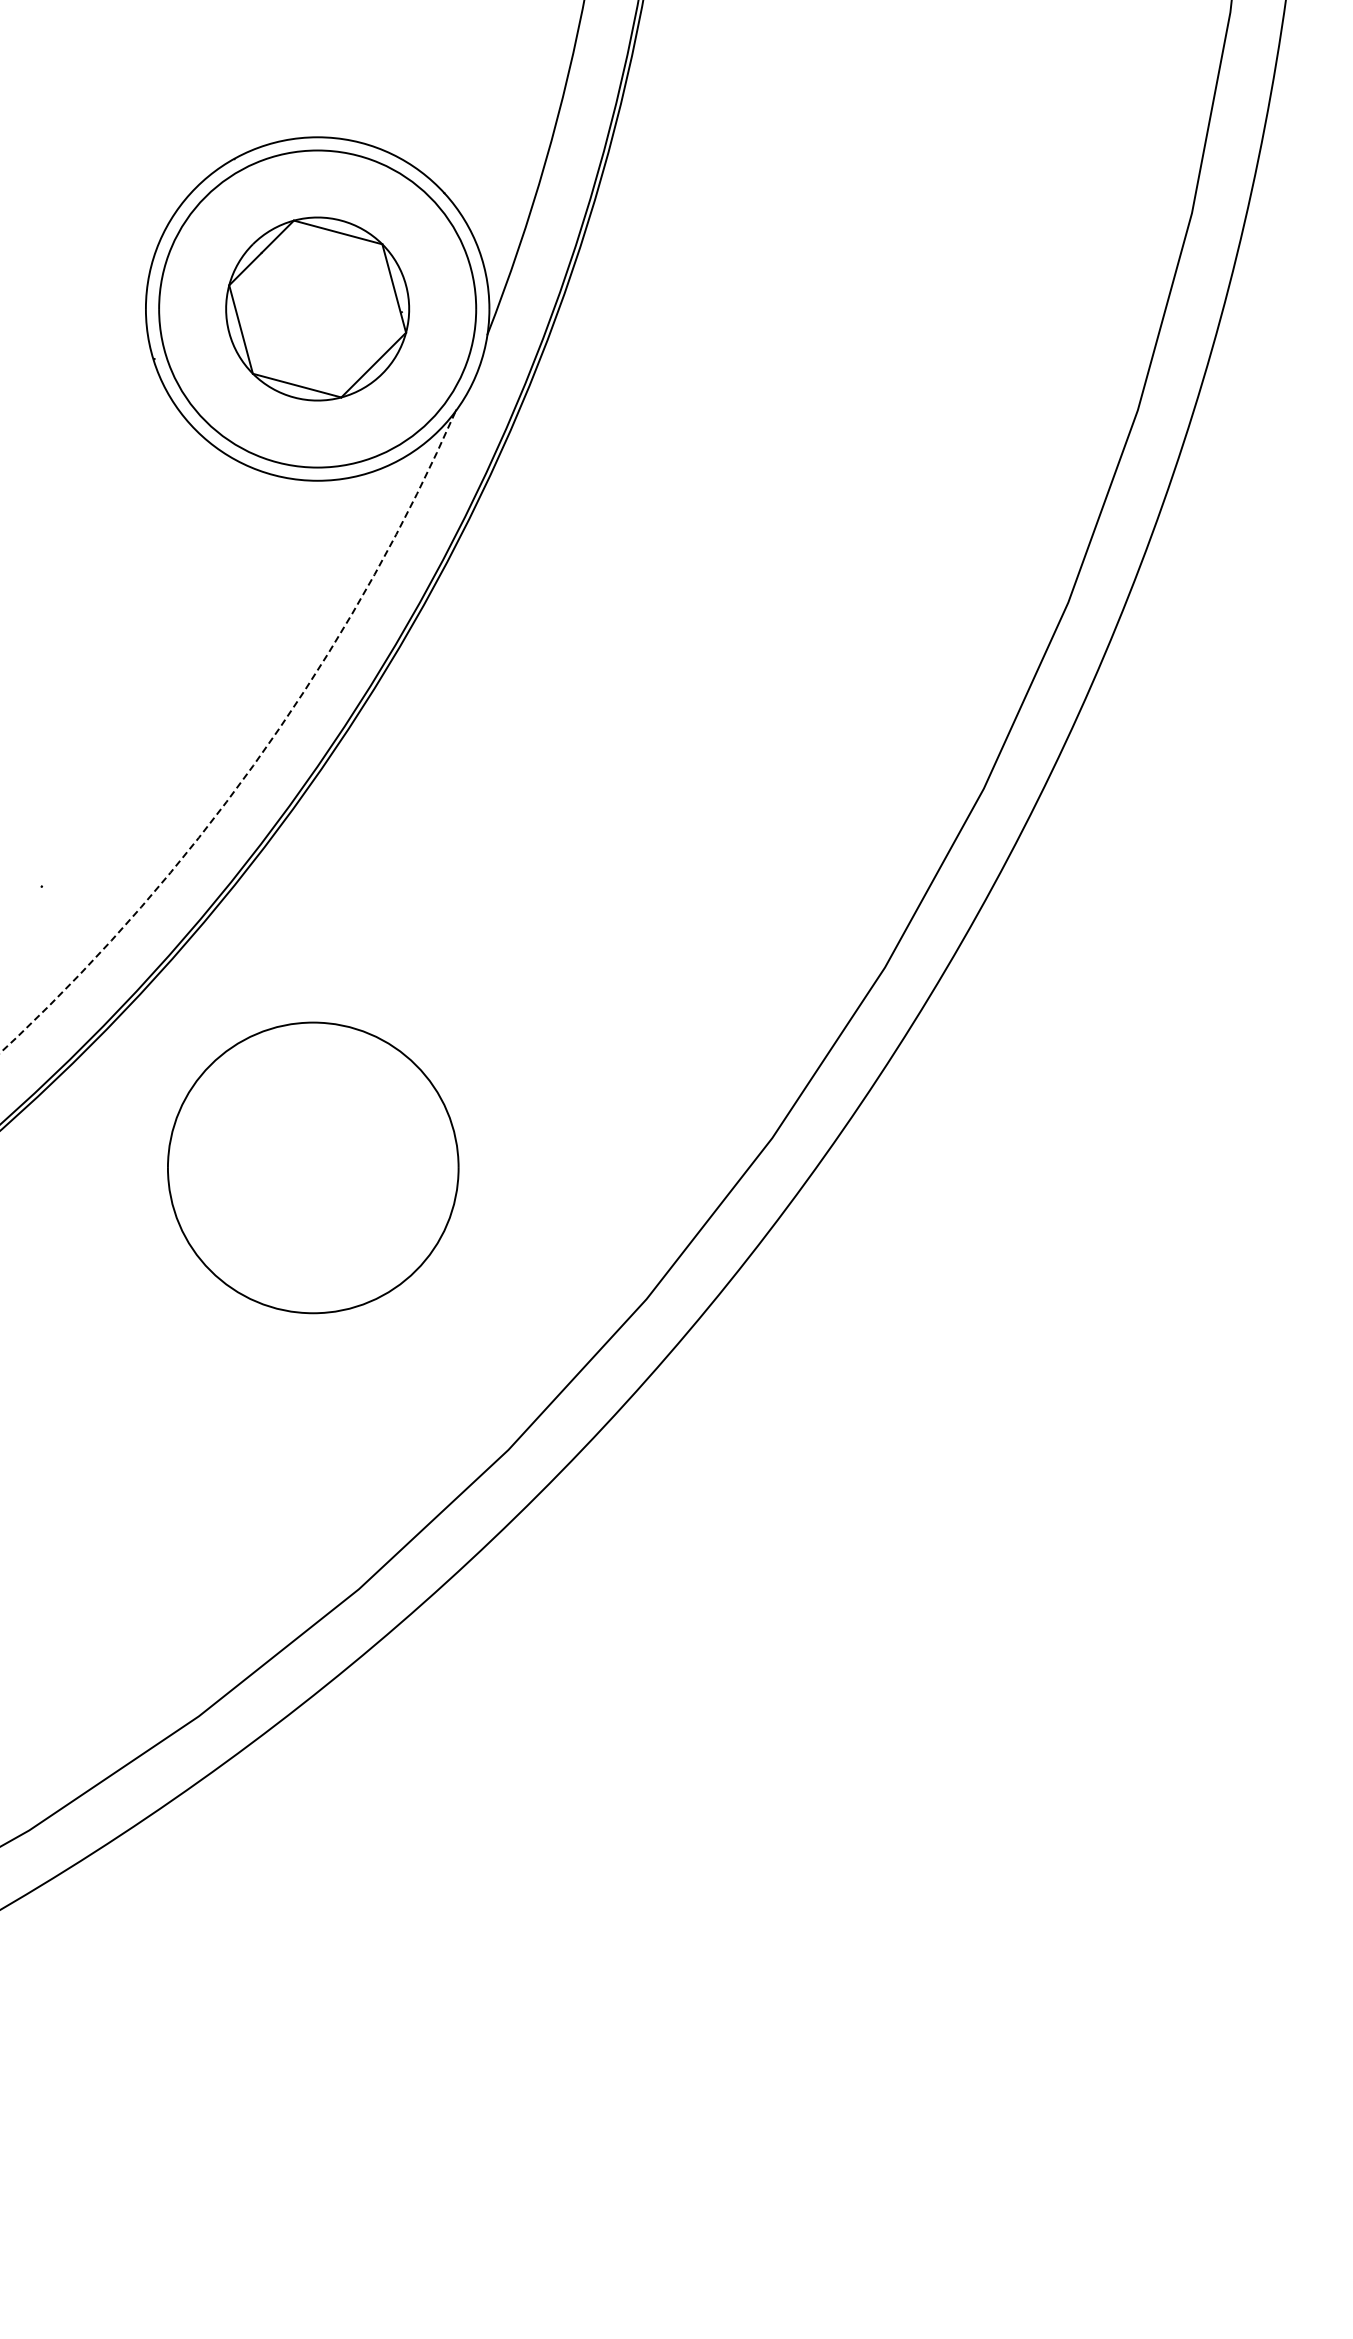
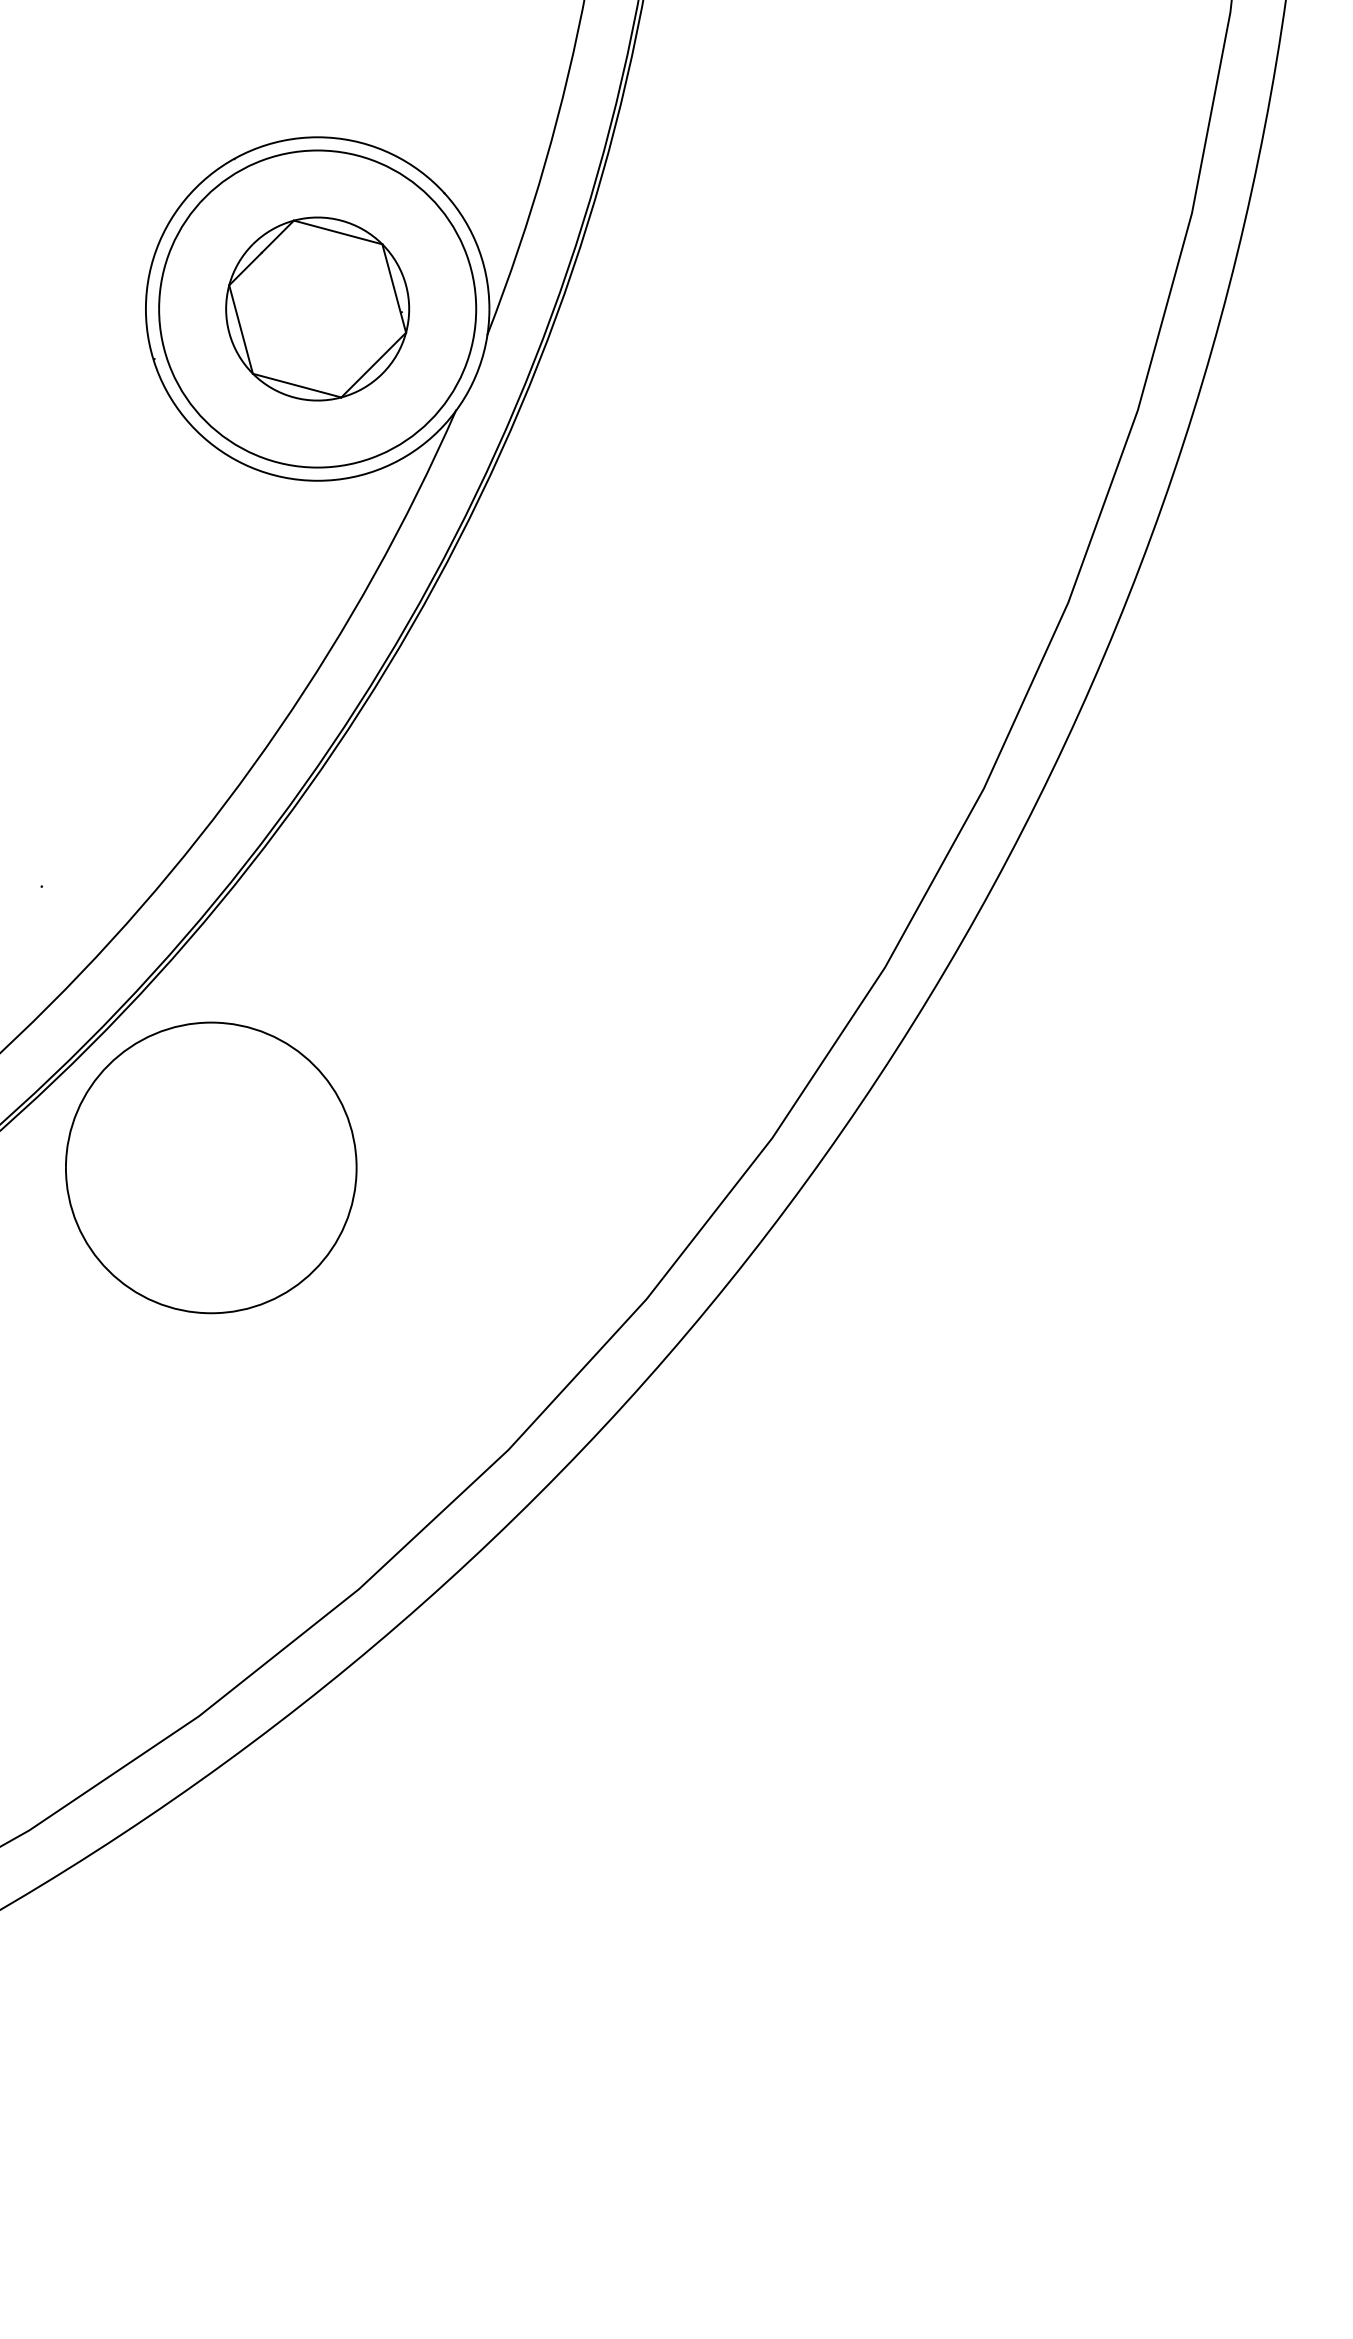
arc at (260, 755): dashed -> solid
part at (313, 1167) position: (313, 1167) -> (211, 1167)
